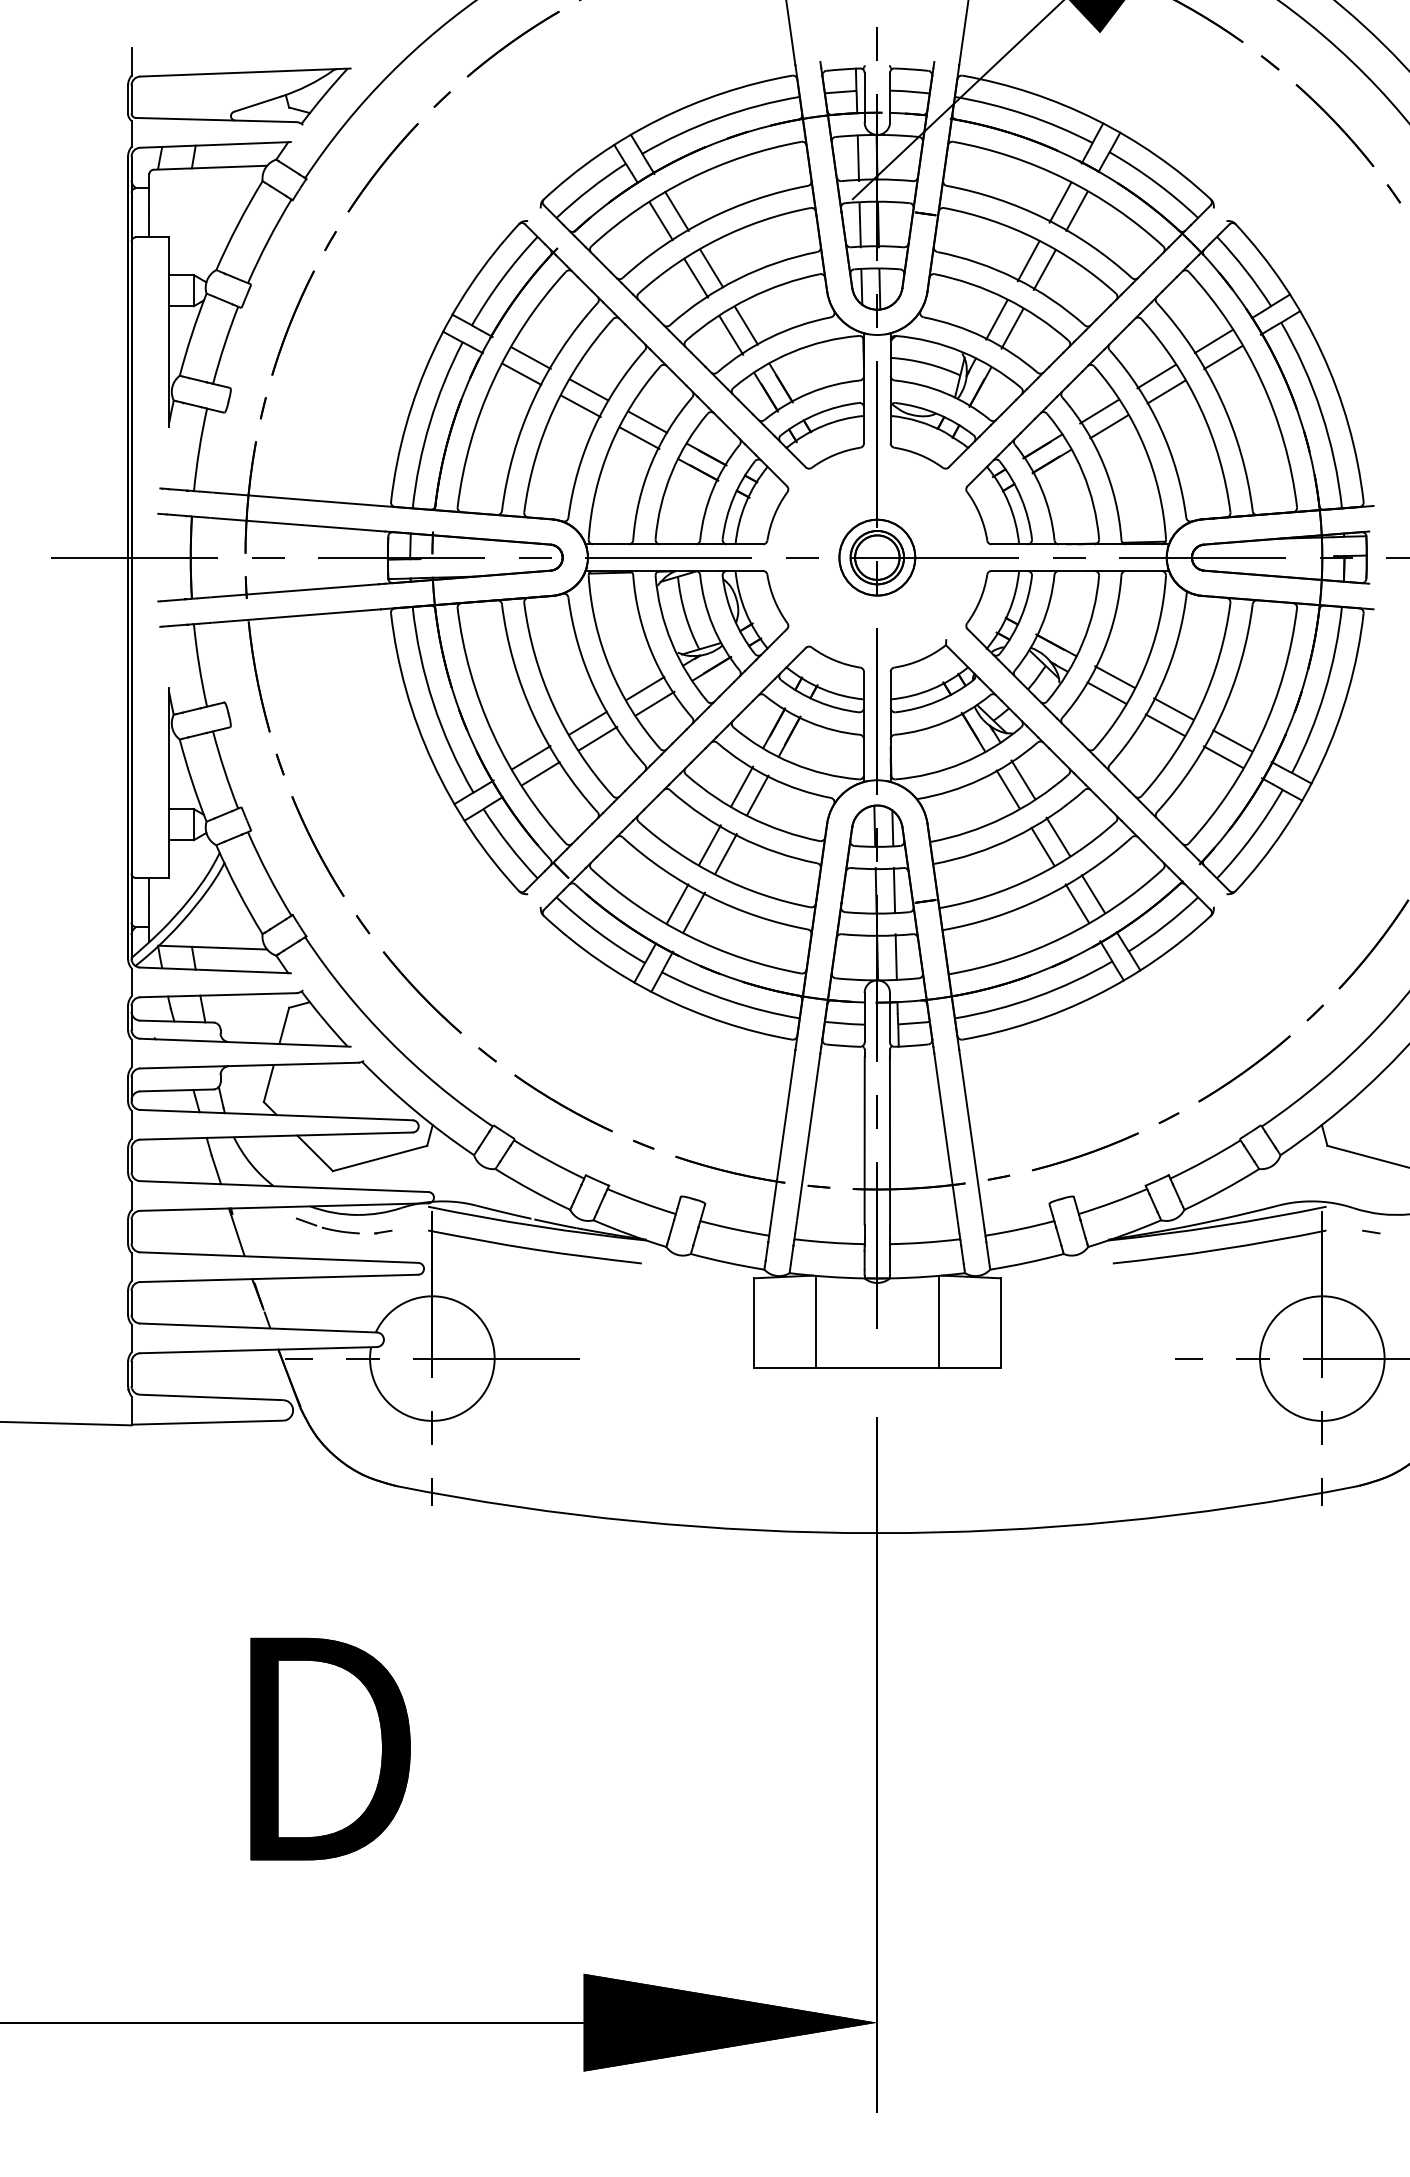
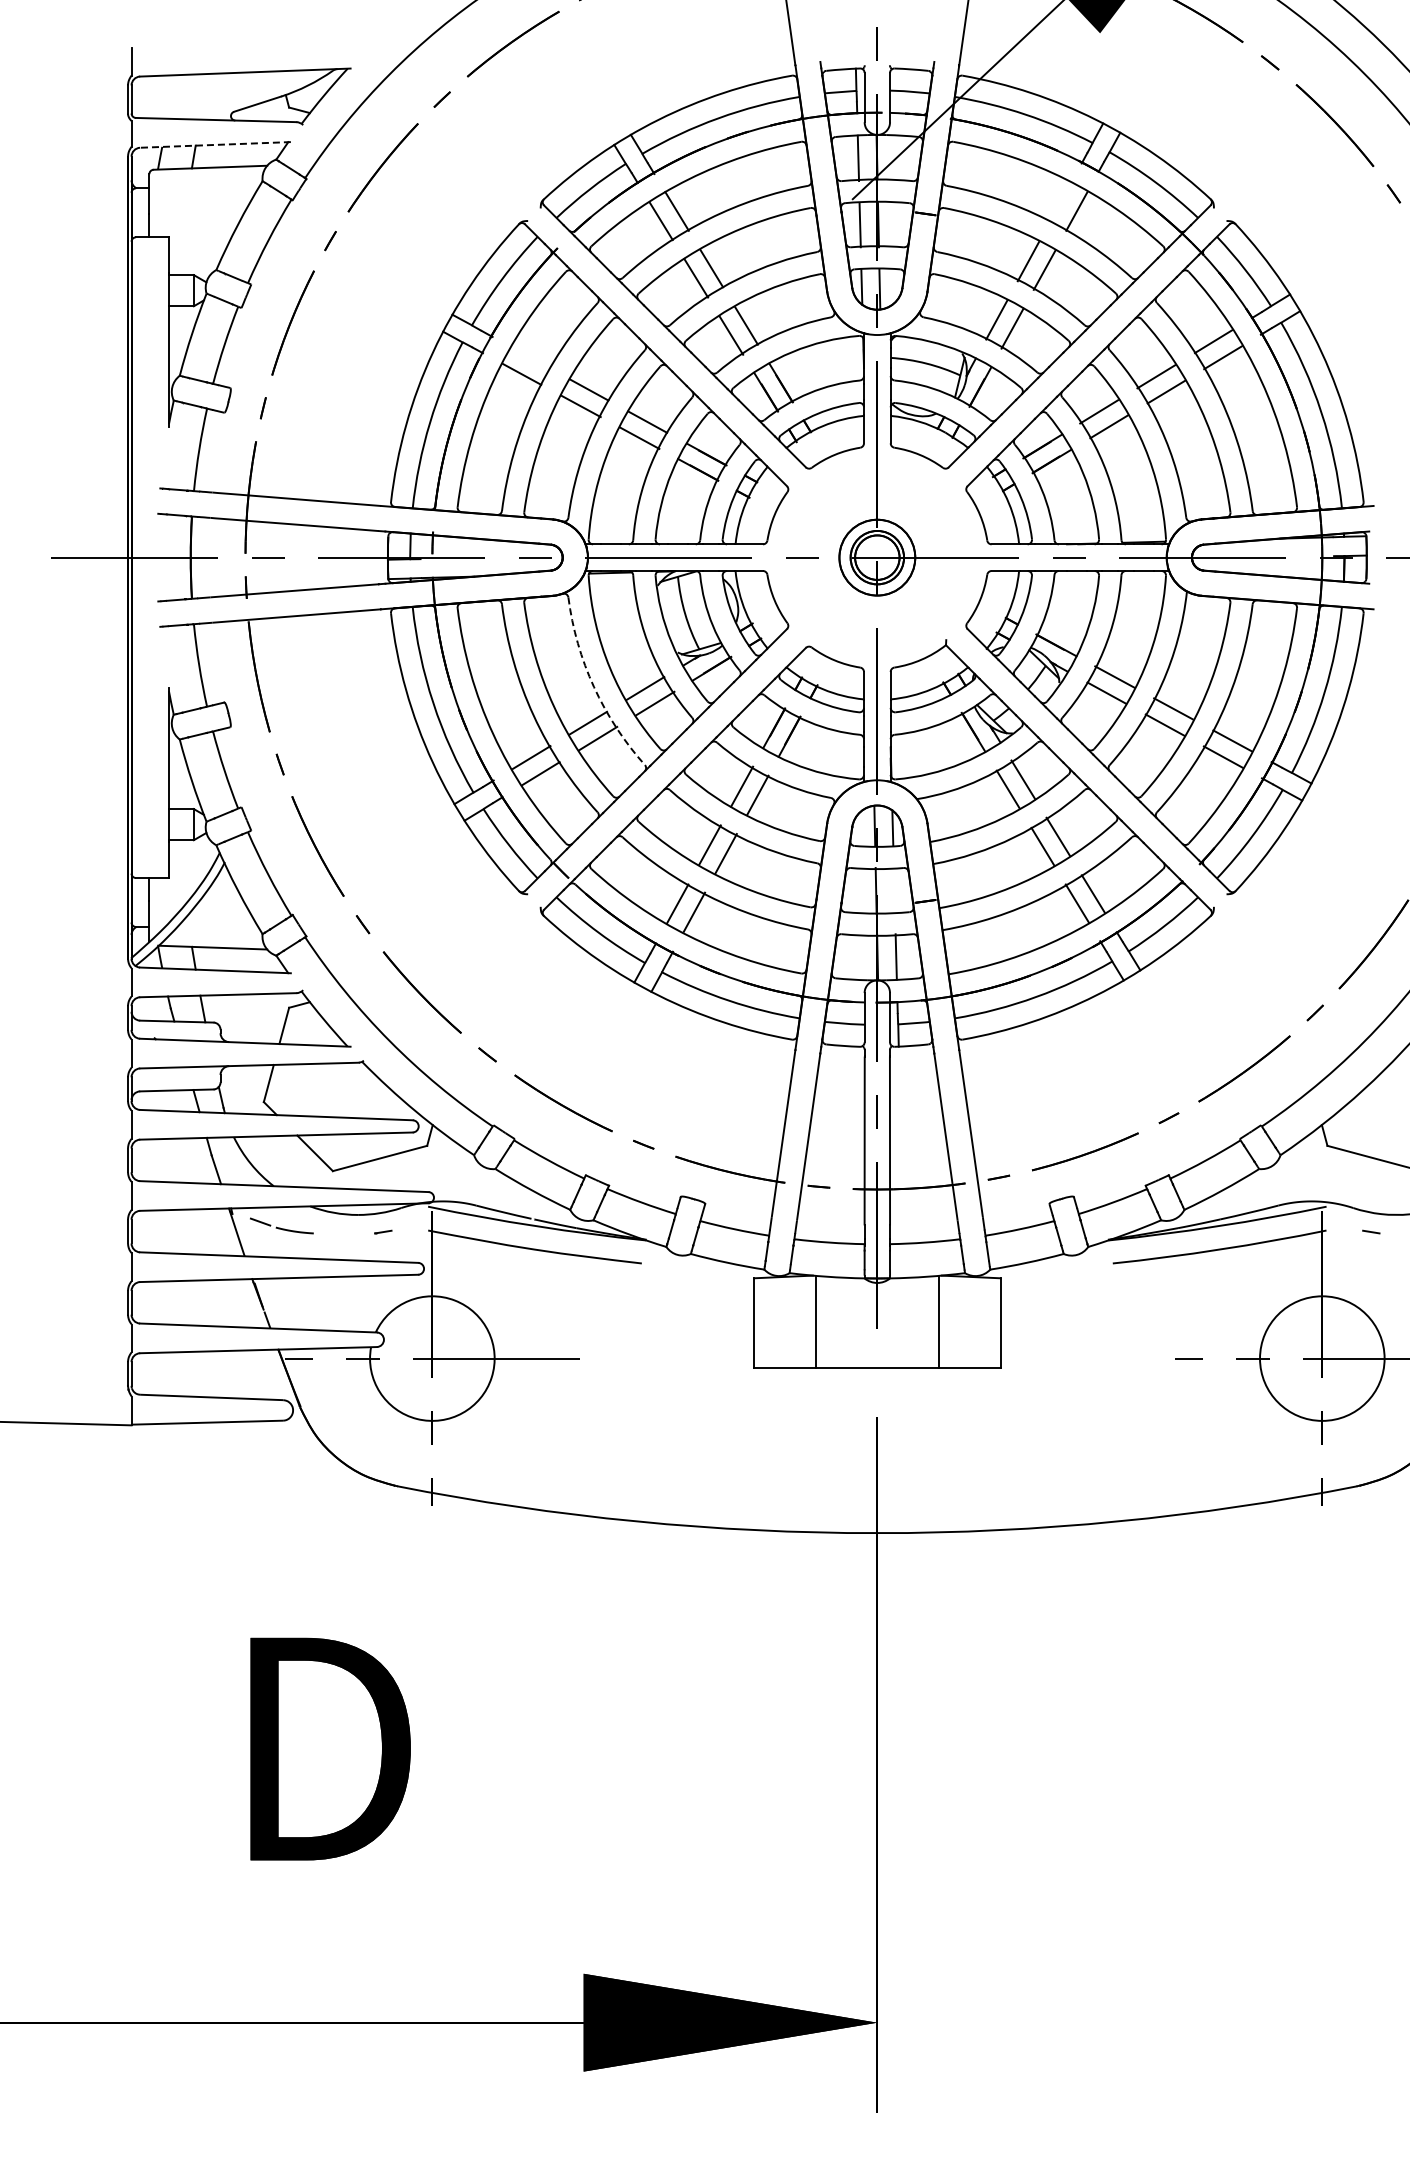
line at (215, 144): solid -> dashed
line at (1059, 202): present -> none
line at (530, 357): present -> none
arc at (594, 687): solid -> dashed
line at (894, 890): present -> none
part at (327, 1225) position: (327, 1225) -> (281, 1225)
